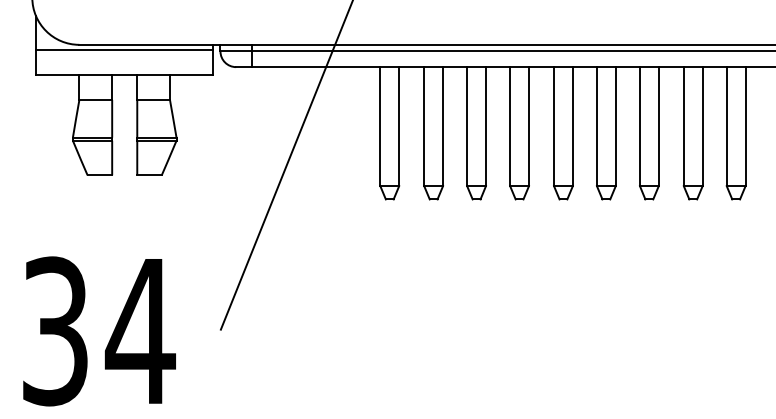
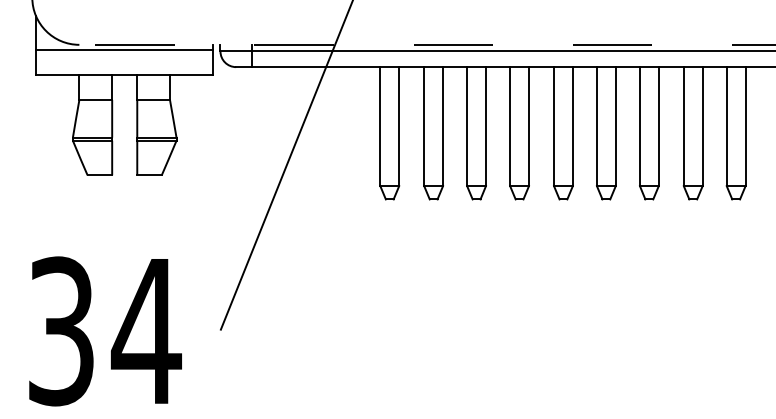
line at (427, 44): solid -> dashed
text at (99, 331) position: (99, 331) -> (105, 331)
